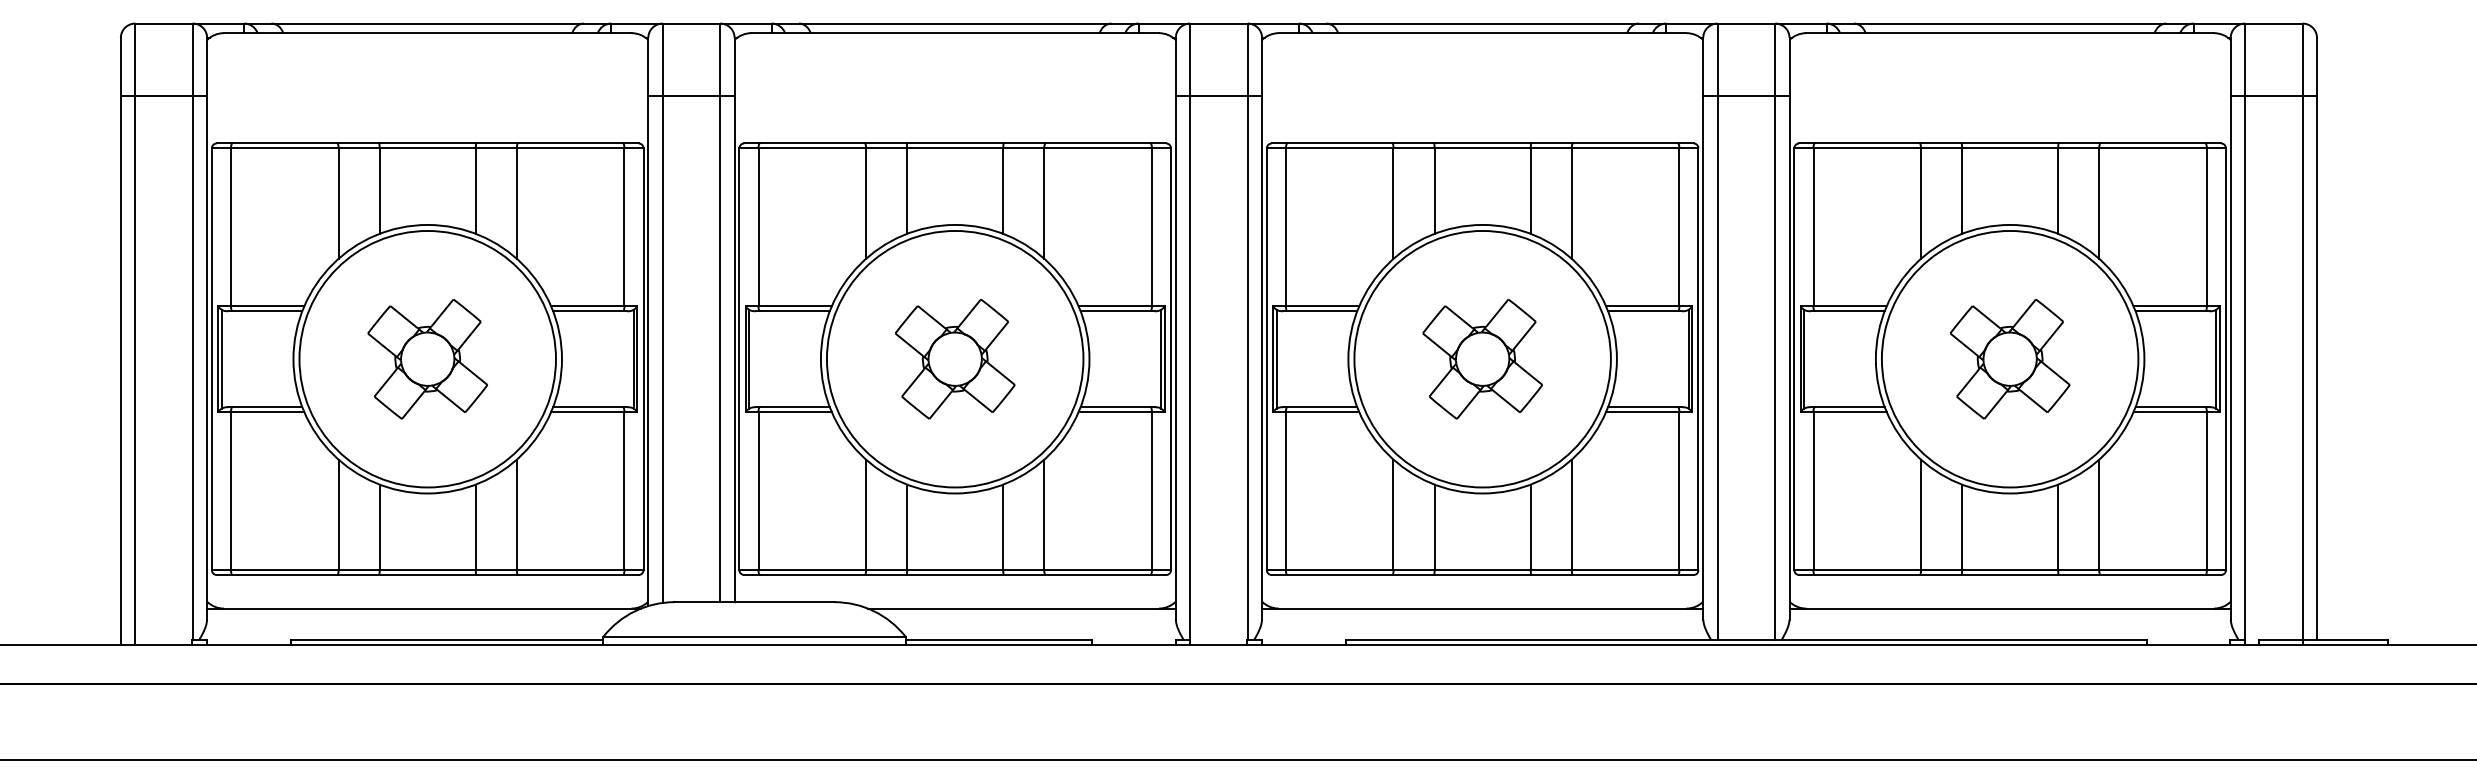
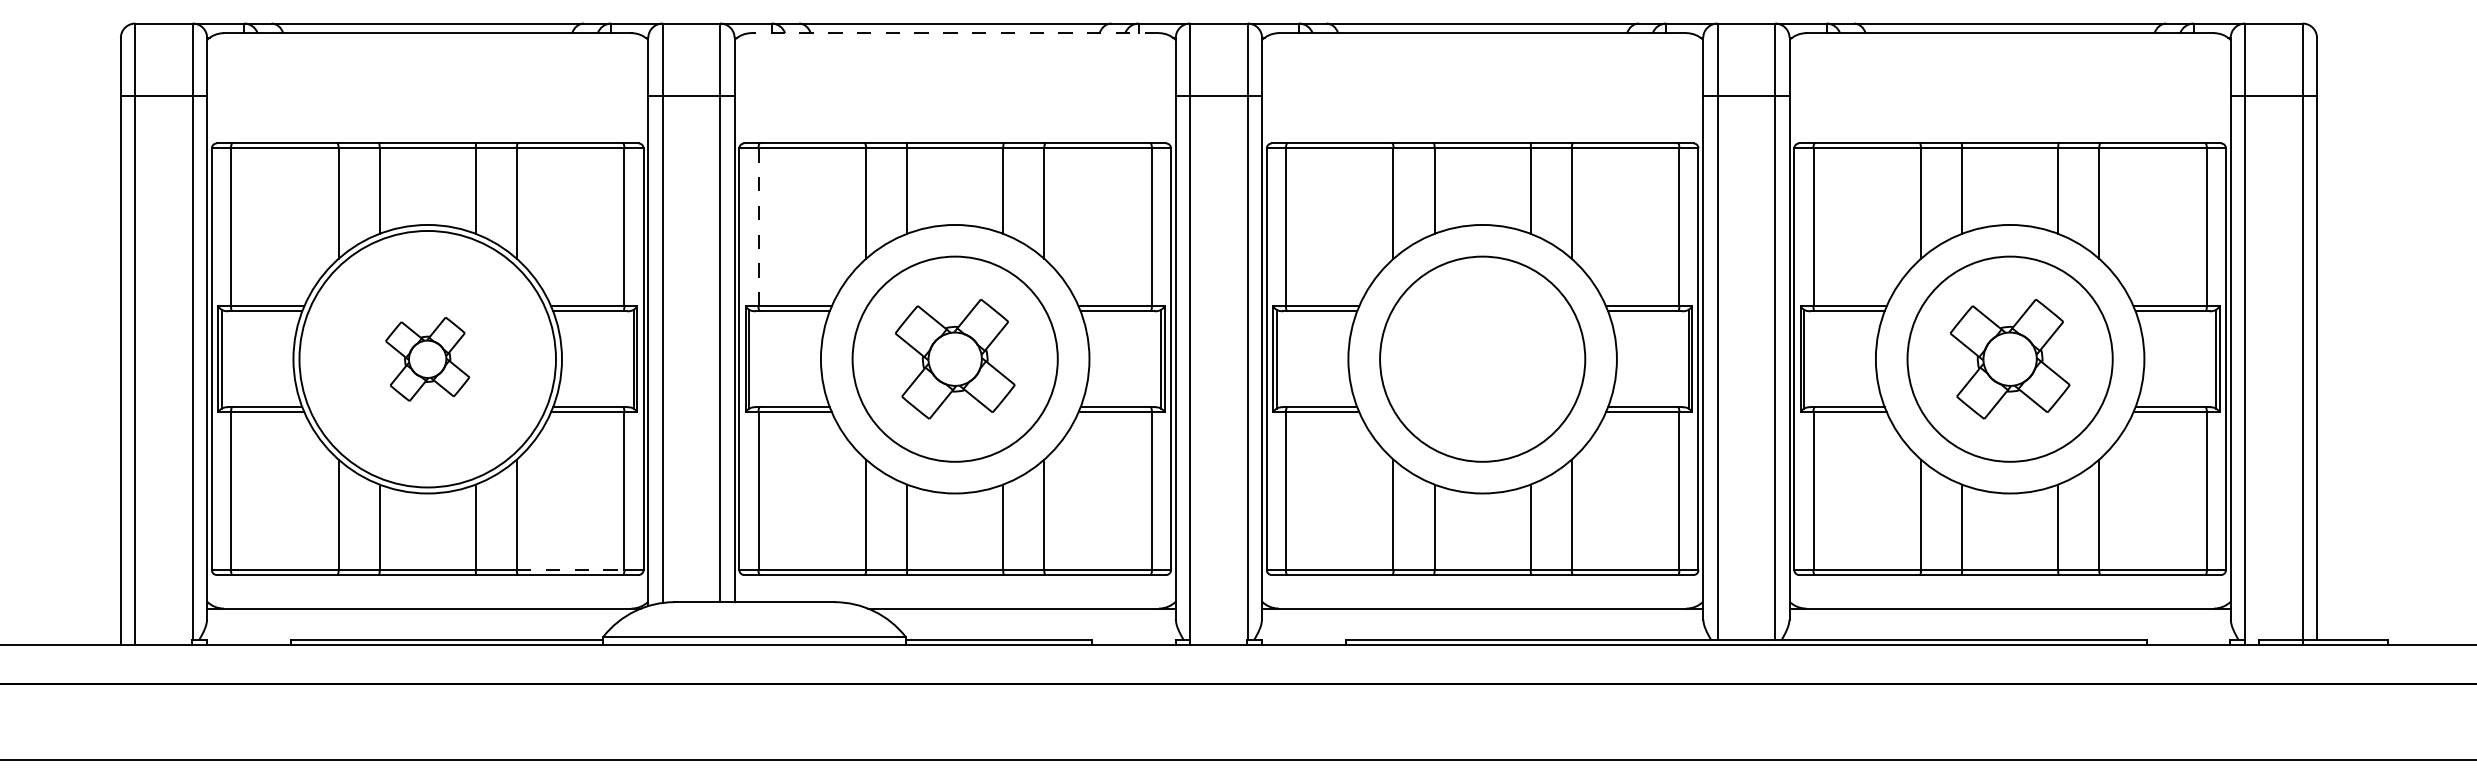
line at (955, 33): solid -> dashed
line at (758, 227): solid -> dashed
circle at (954, 358) diameter: 256 px -> 205 px
circle at (1482, 358) diameter: 256 px -> 205 px
circle at (2009, 358) diameter: 256 px -> 205 px
part at (427, 359) size: 121x121 px -> 85x85 px
part at (1482, 359): present -> none
line at (570, 570): solid -> dashed
